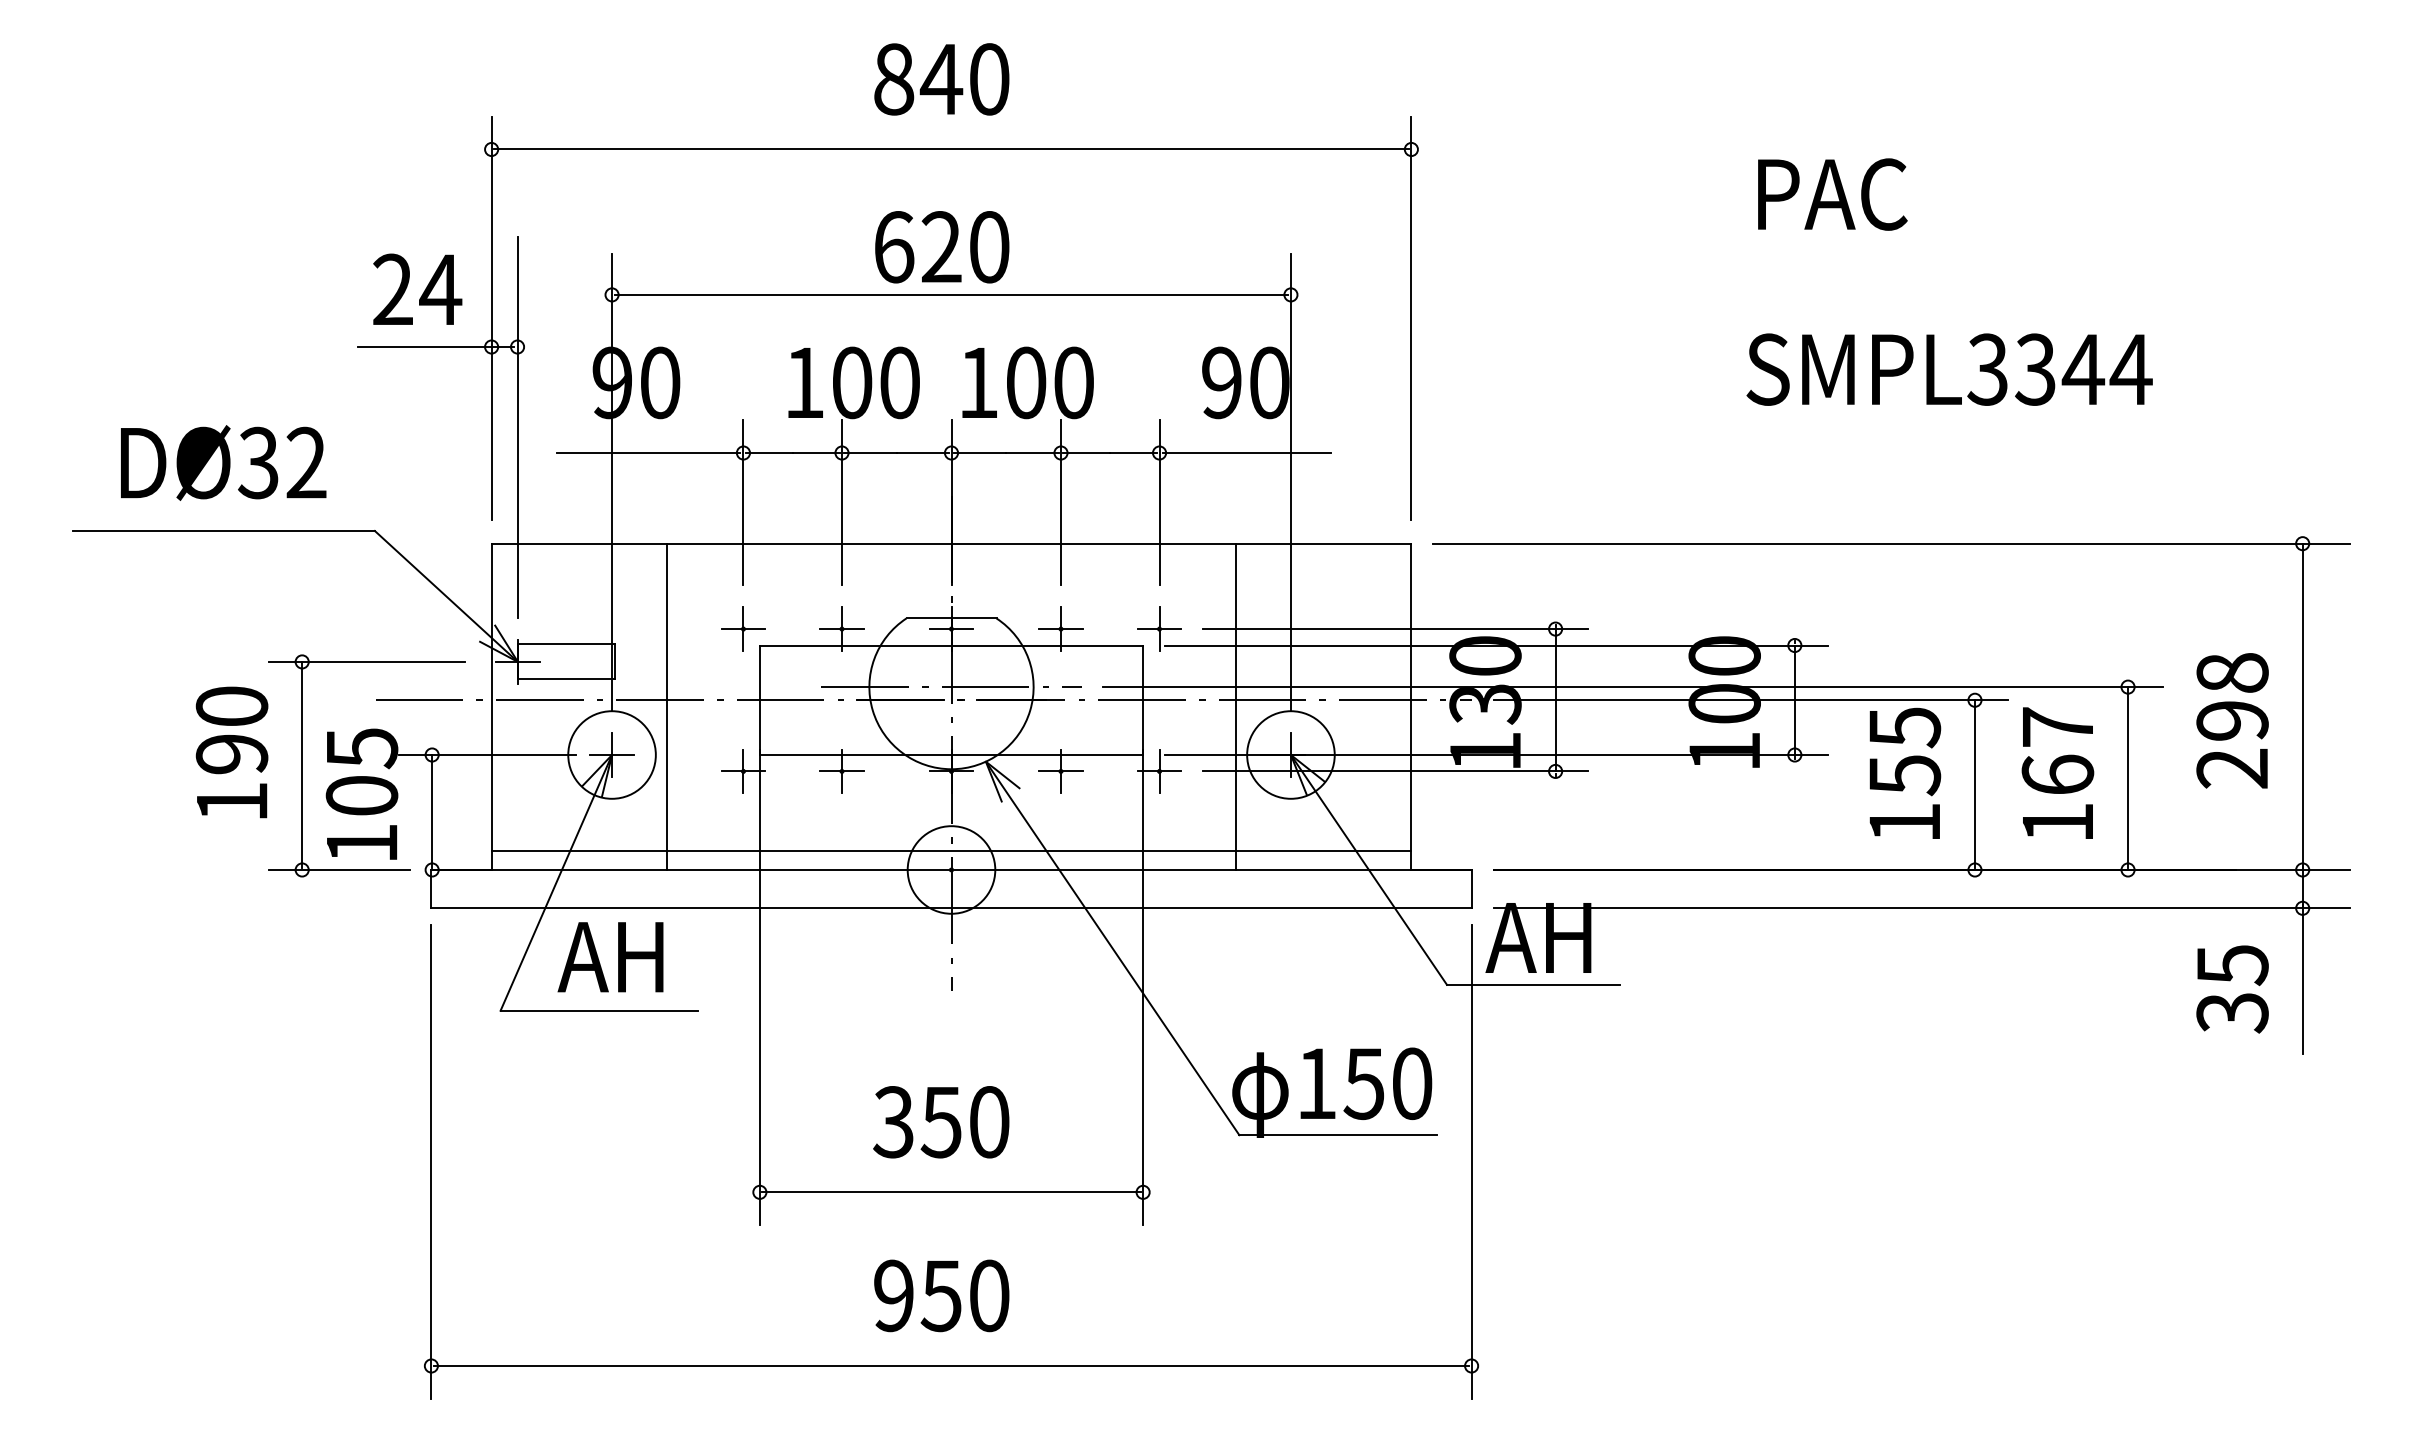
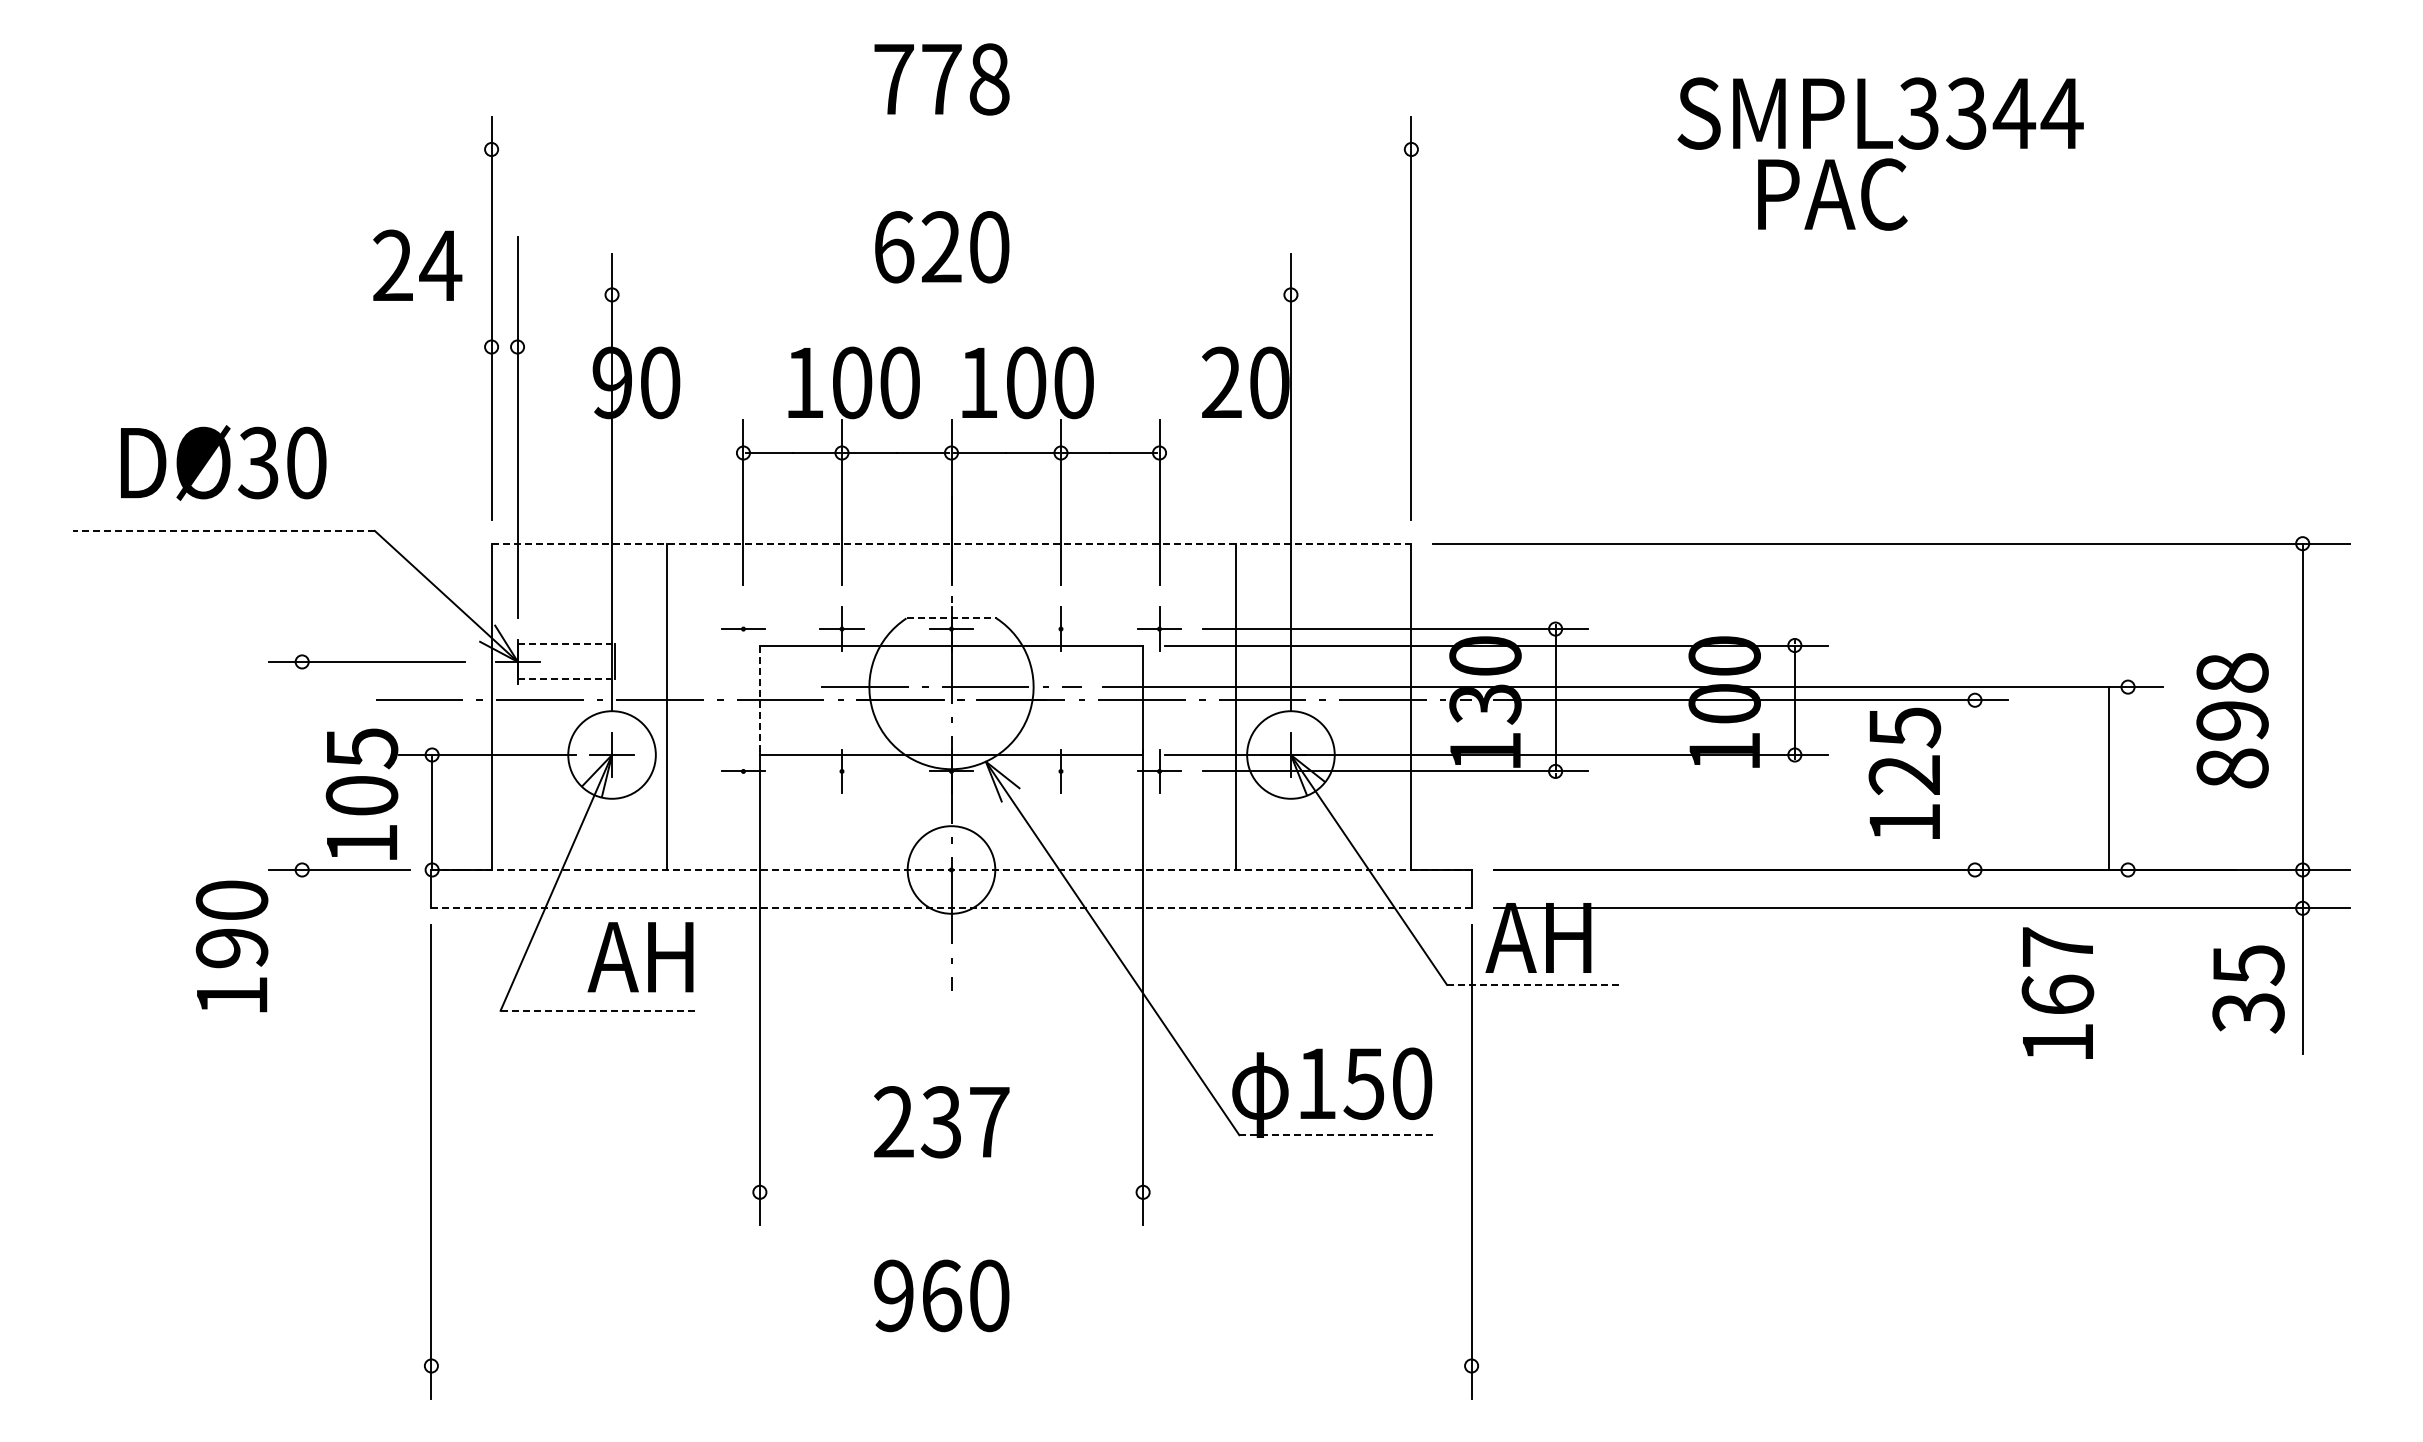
text at (941, 79): 840 -> 778
line at (951, 149): present -> none
text at (417, 288) position: (417, 288) -> (417, 264)
line at (951, 294): present -> none
line at (435, 347): present -> none
text at (1949, 369) position: (1949, 369) -> (1880, 113)
text at (1221, 383): 90 -> 20
line at (648, 453): present -> none
line at (1246, 453): present -> none
text at (306, 462): DØ32 -> DØ30
line at (223, 530): solid -> dashed
line at (951, 543): solid -> dashed
line at (952, 618): solid -> dashed
line at (743, 628): present -> none
line at (1060, 629): present -> none
line at (566, 644): solid -> dashed
line at (566, 679): solid -> dashed
line at (759, 700): solid -> dashed
text at (231, 752) position: (231, 752) -> (231, 946)
line at (302, 764): present -> none
text at (2232, 768): 298 -> 898
line at (743, 771): present -> none
line at (841, 771): present -> none
line at (1060, 771): present -> none
text at (2057, 772) position: (2057, 772) -> (2057, 992)
text at (1904, 775): 155 -> 125
line at (2128, 777) position: (2128, 777) -> (2109, 777)
line at (1974, 783): present -> none
line at (951, 851): present -> none
line at (952, 869): solid -> dashed
line at (952, 908): solid -> dashed
text at (610, 957) position: (610, 957) -> (640, 957)
line at (1533, 984): solid -> dashed
text at (2232, 989) position: (2232, 989) -> (2248, 989)
line at (599, 1010): solid -> dashed
text at (941, 1122): 350 -> 237
line at (1338, 1135): solid -> dashed
line at (951, 1192): present -> none
text at (941, 1295): 950 -> 960
line at (951, 1366): present -> none
